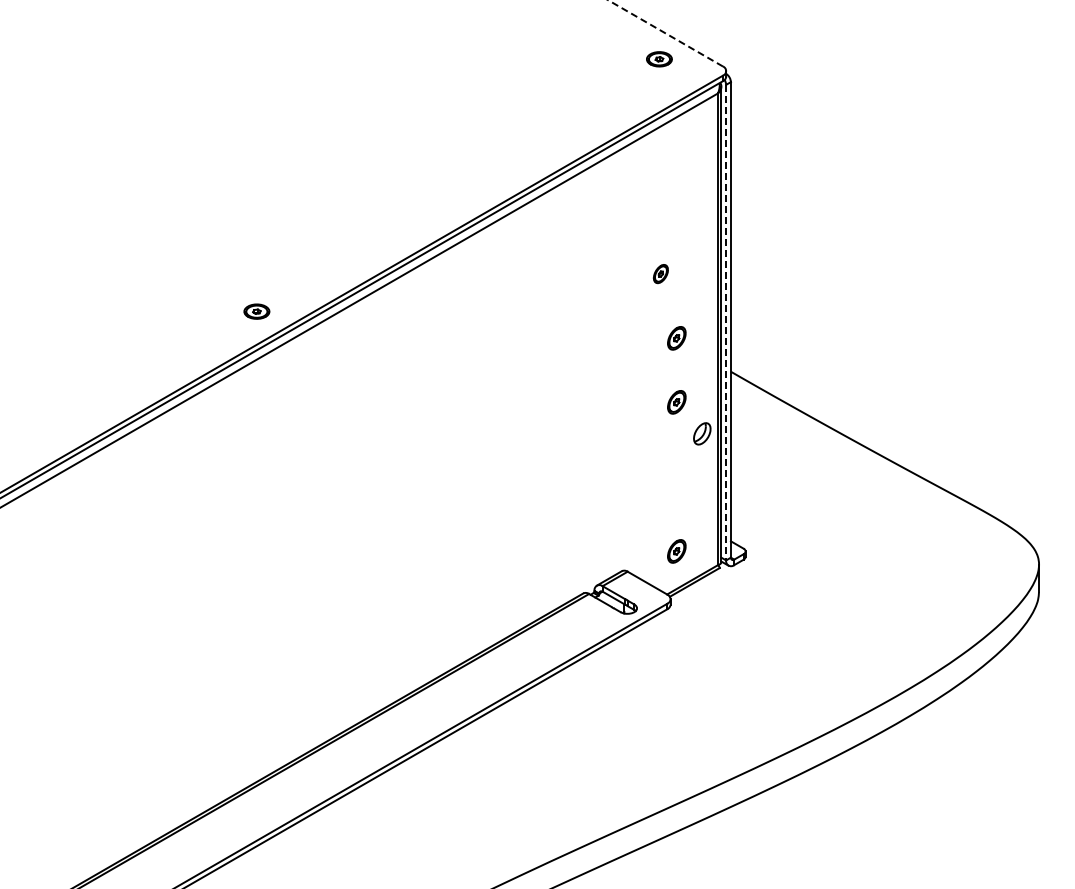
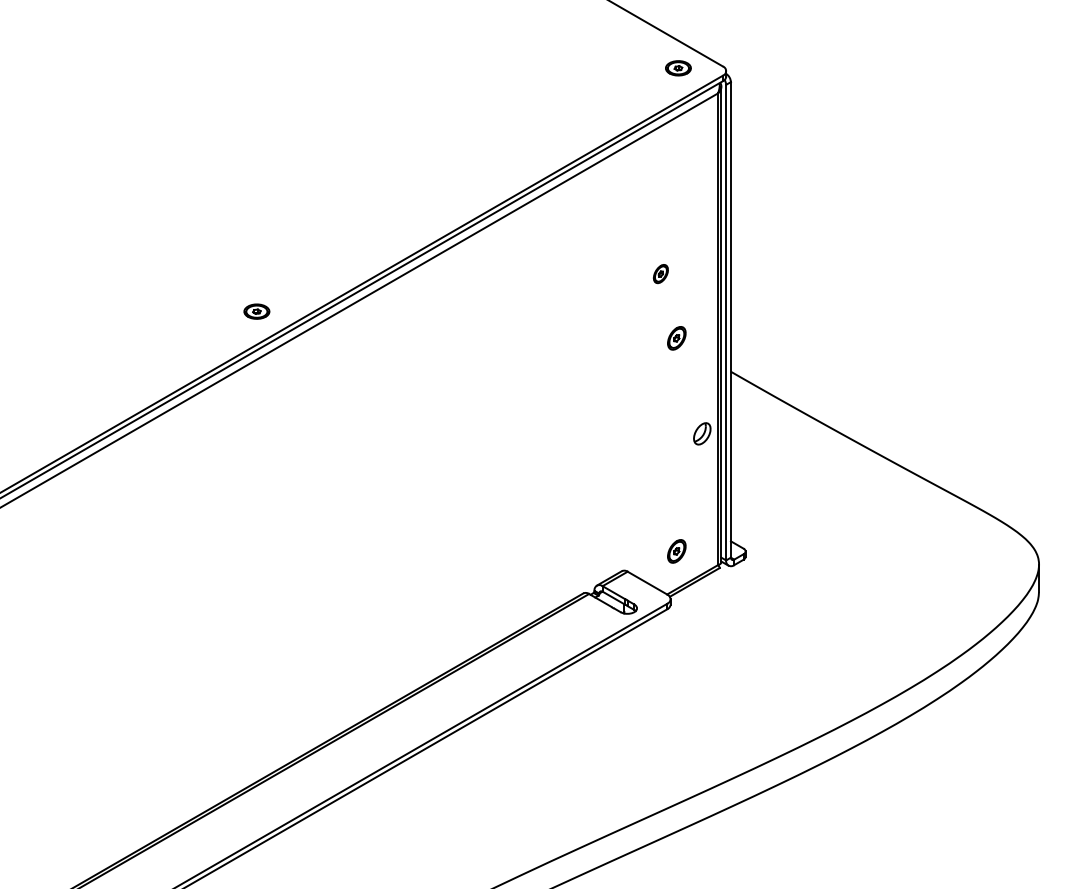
line at (665, 33): dashed -> solid
part at (659, 59) position: (659, 59) -> (678, 68)
line at (726, 322): dashed -> solid
part at (676, 402): present -> none
